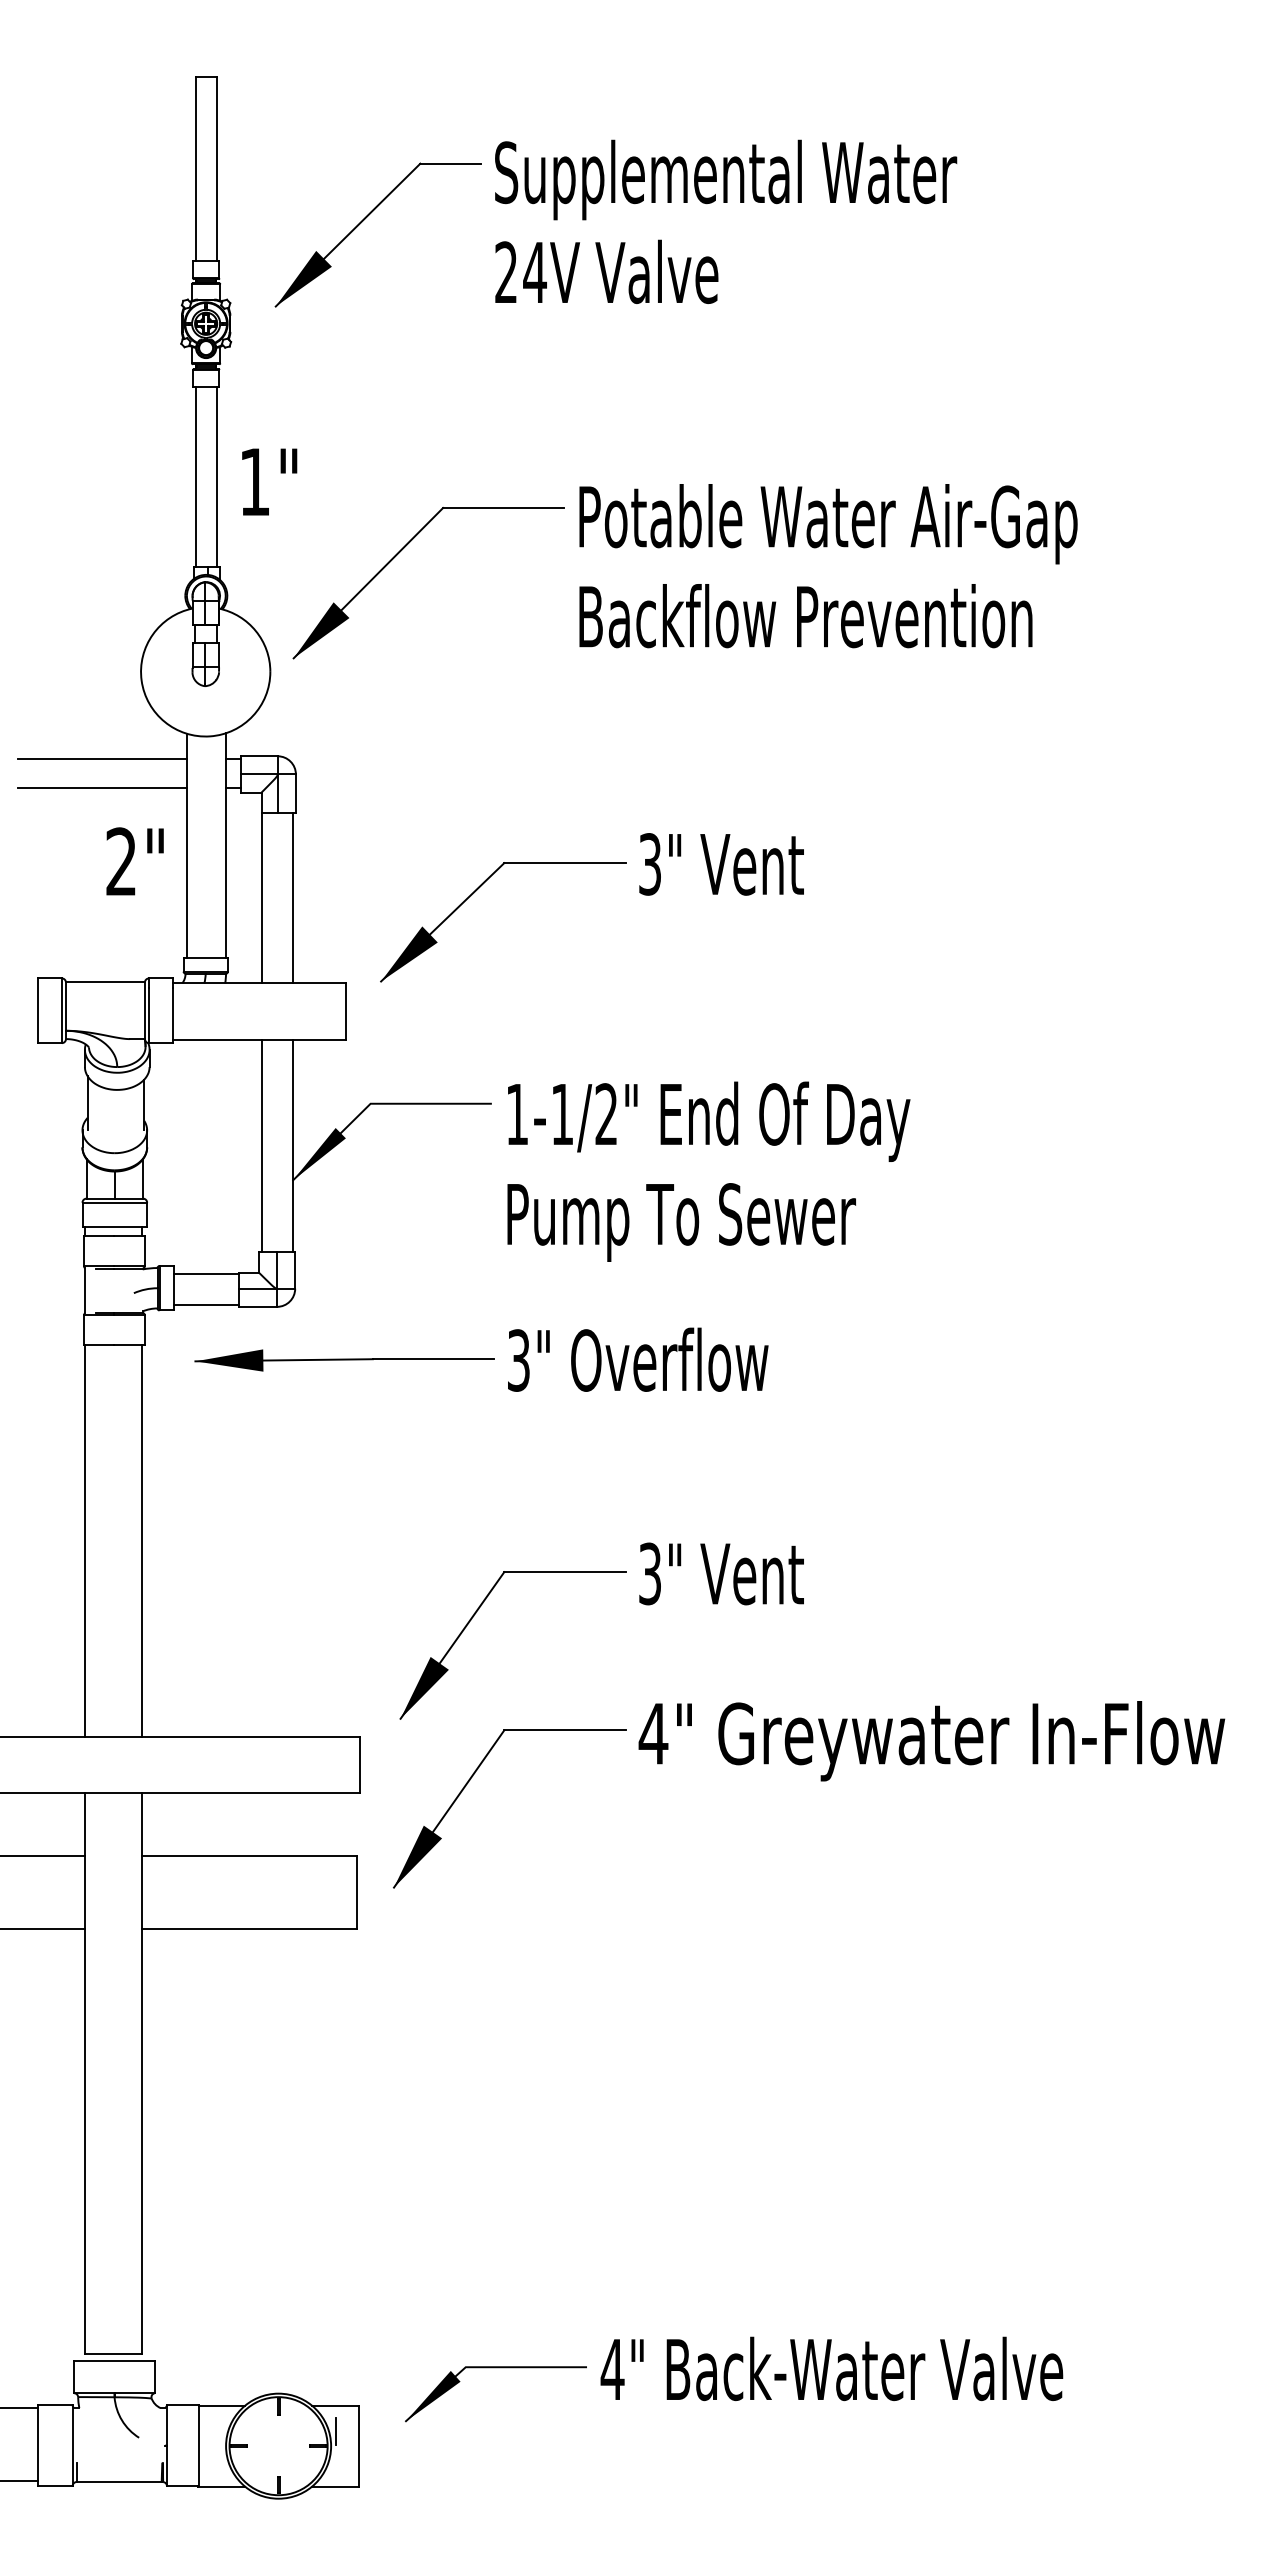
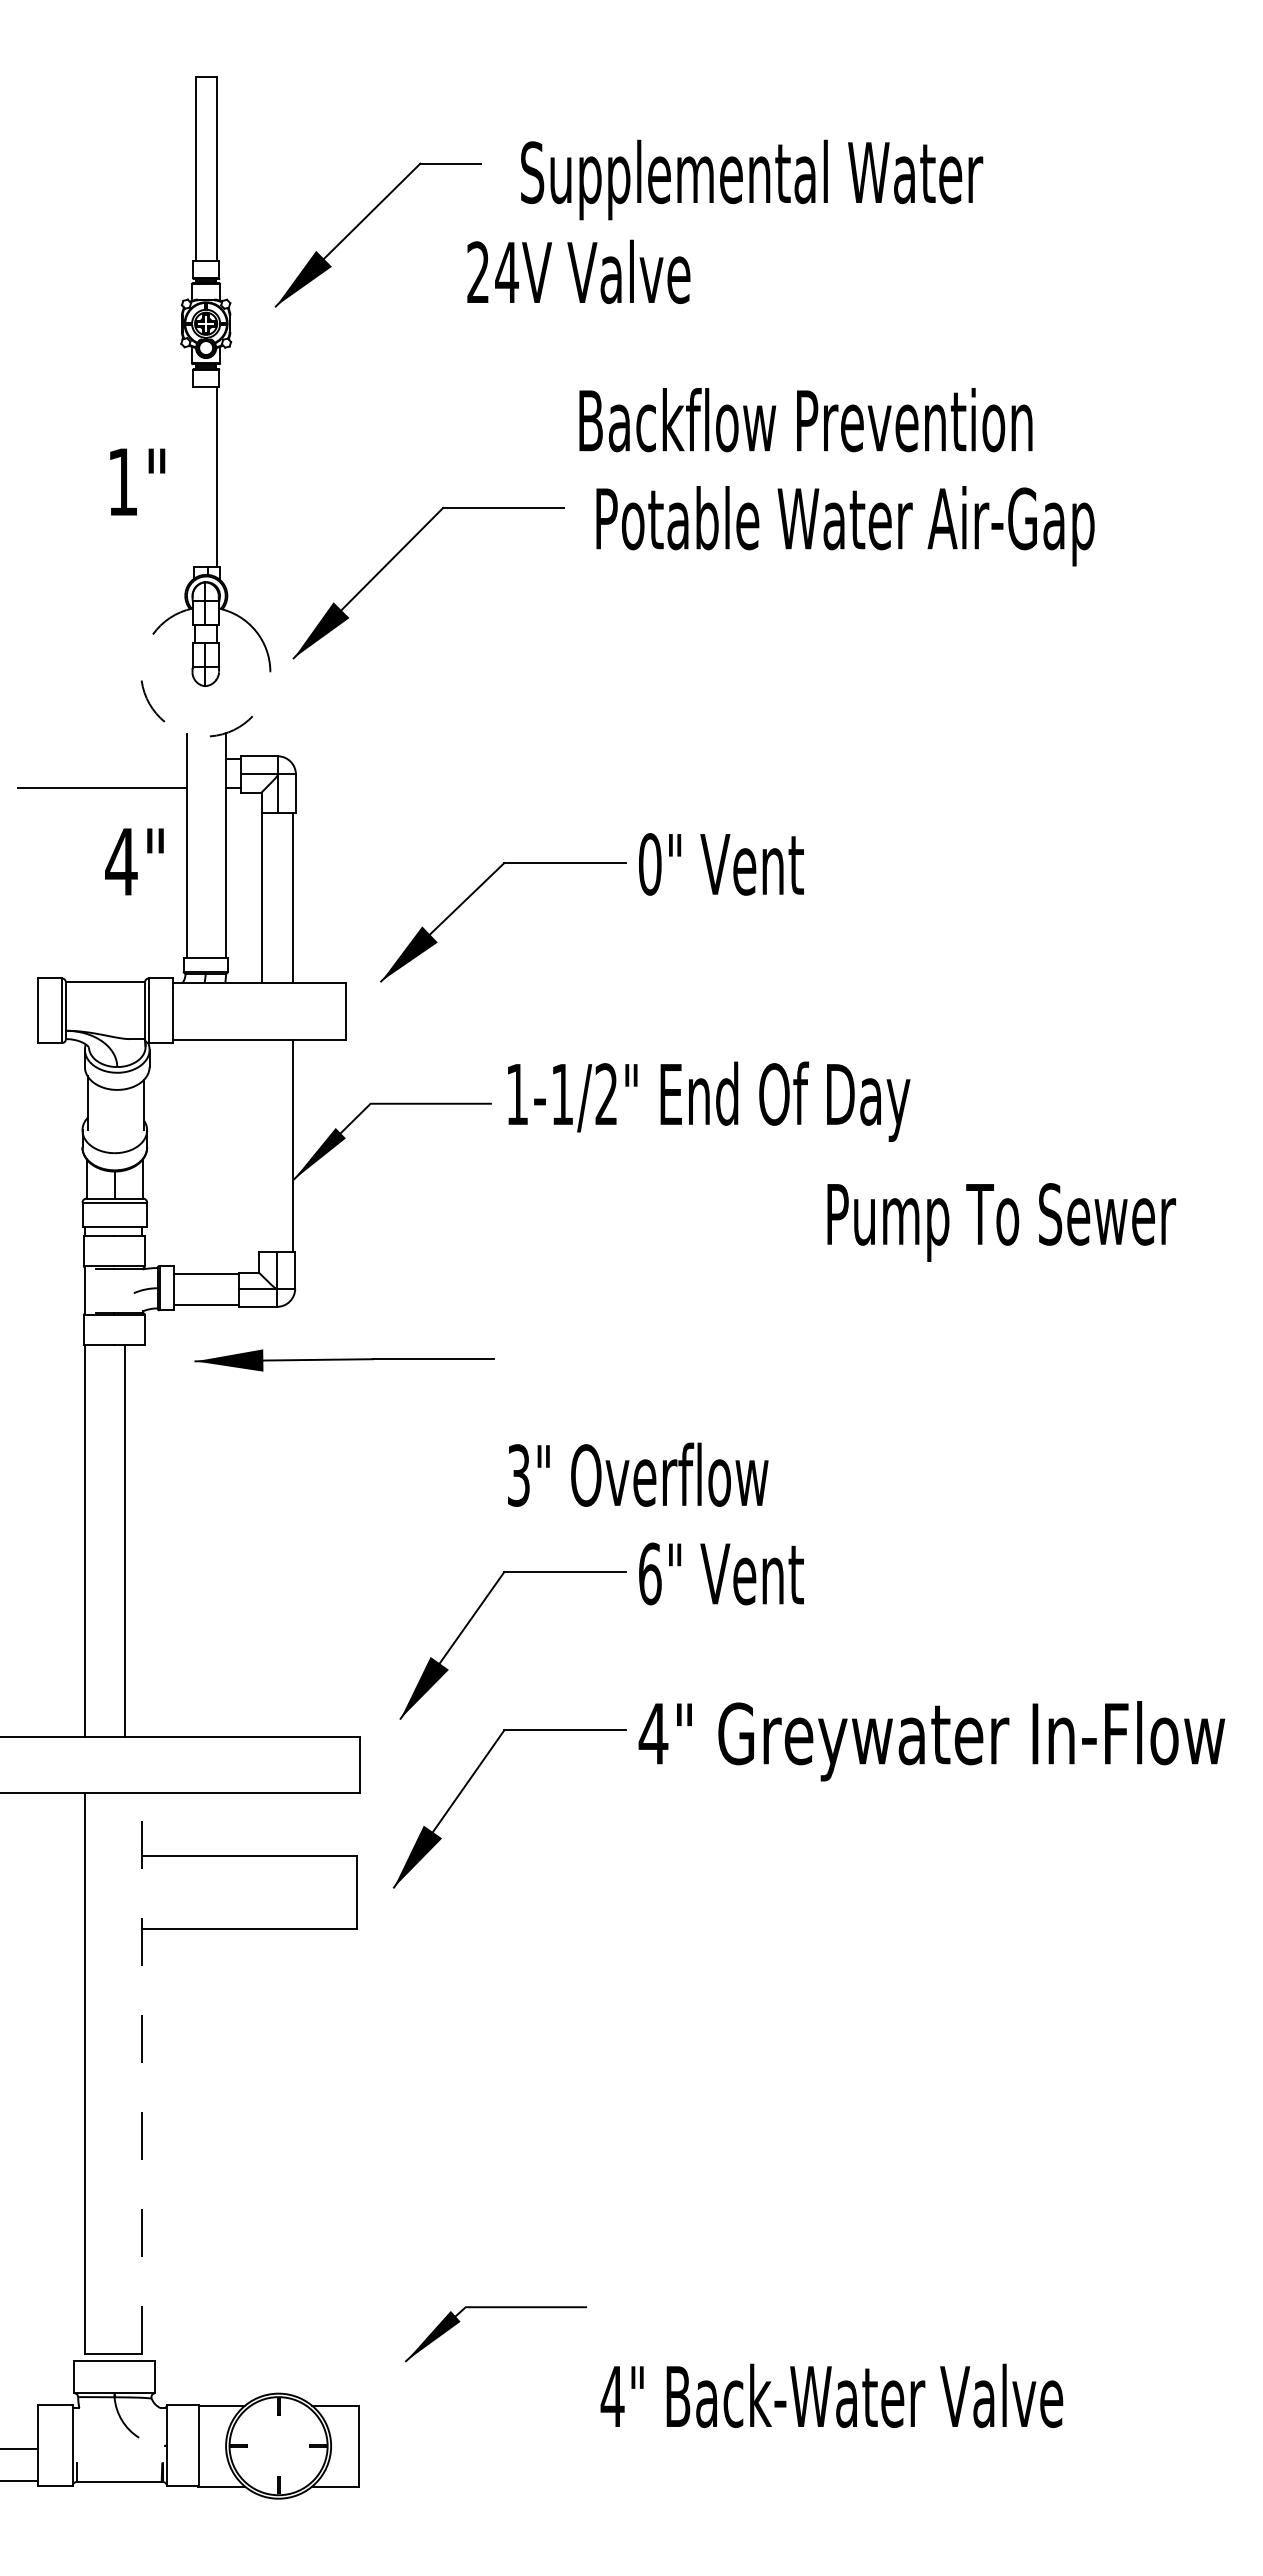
text at (726, 179) position: (726, 179) -> (752, 179)
text at (606, 271) position: (606, 271) -> (578, 271)
line at (196, 476): present -> none
text at (269, 481) position: (269, 481) -> (137, 481)
text at (828, 524) position: (828, 524) -> (845, 526)
text at (805, 616) position: (805, 616) -> (805, 420)
arc at (164, 722): solid -> dashed
line at (102, 759): present -> none
text at (121, 861): 2" -> 4"
text at (649, 864): 3" -> 0"
text at (709, 1121) position: (709, 1121) -> (709, 1101)
line at (261, 1146): present -> none
text at (681, 1222) position: (681, 1222) -> (1001, 1222)
text at (638, 1359) position: (638, 1359) -> (638, 1474)
line at (141, 1540) position: (141, 1540) -> (124, 1540)
text at (650, 1573): 3" -> 6"
line at (43, 1855): present -> none
line at (43, 1928): present -> none
line at (141, 2073): solid -> dashed
part at (495, 2368) position: (495, 2368) -> (495, 2308)
text at (831, 2368) position: (831, 2368) -> (831, 2395)
line at (20, 2408) position: (20, 2408) -> (20, 2449)
line at (335, 2431): present -> none
